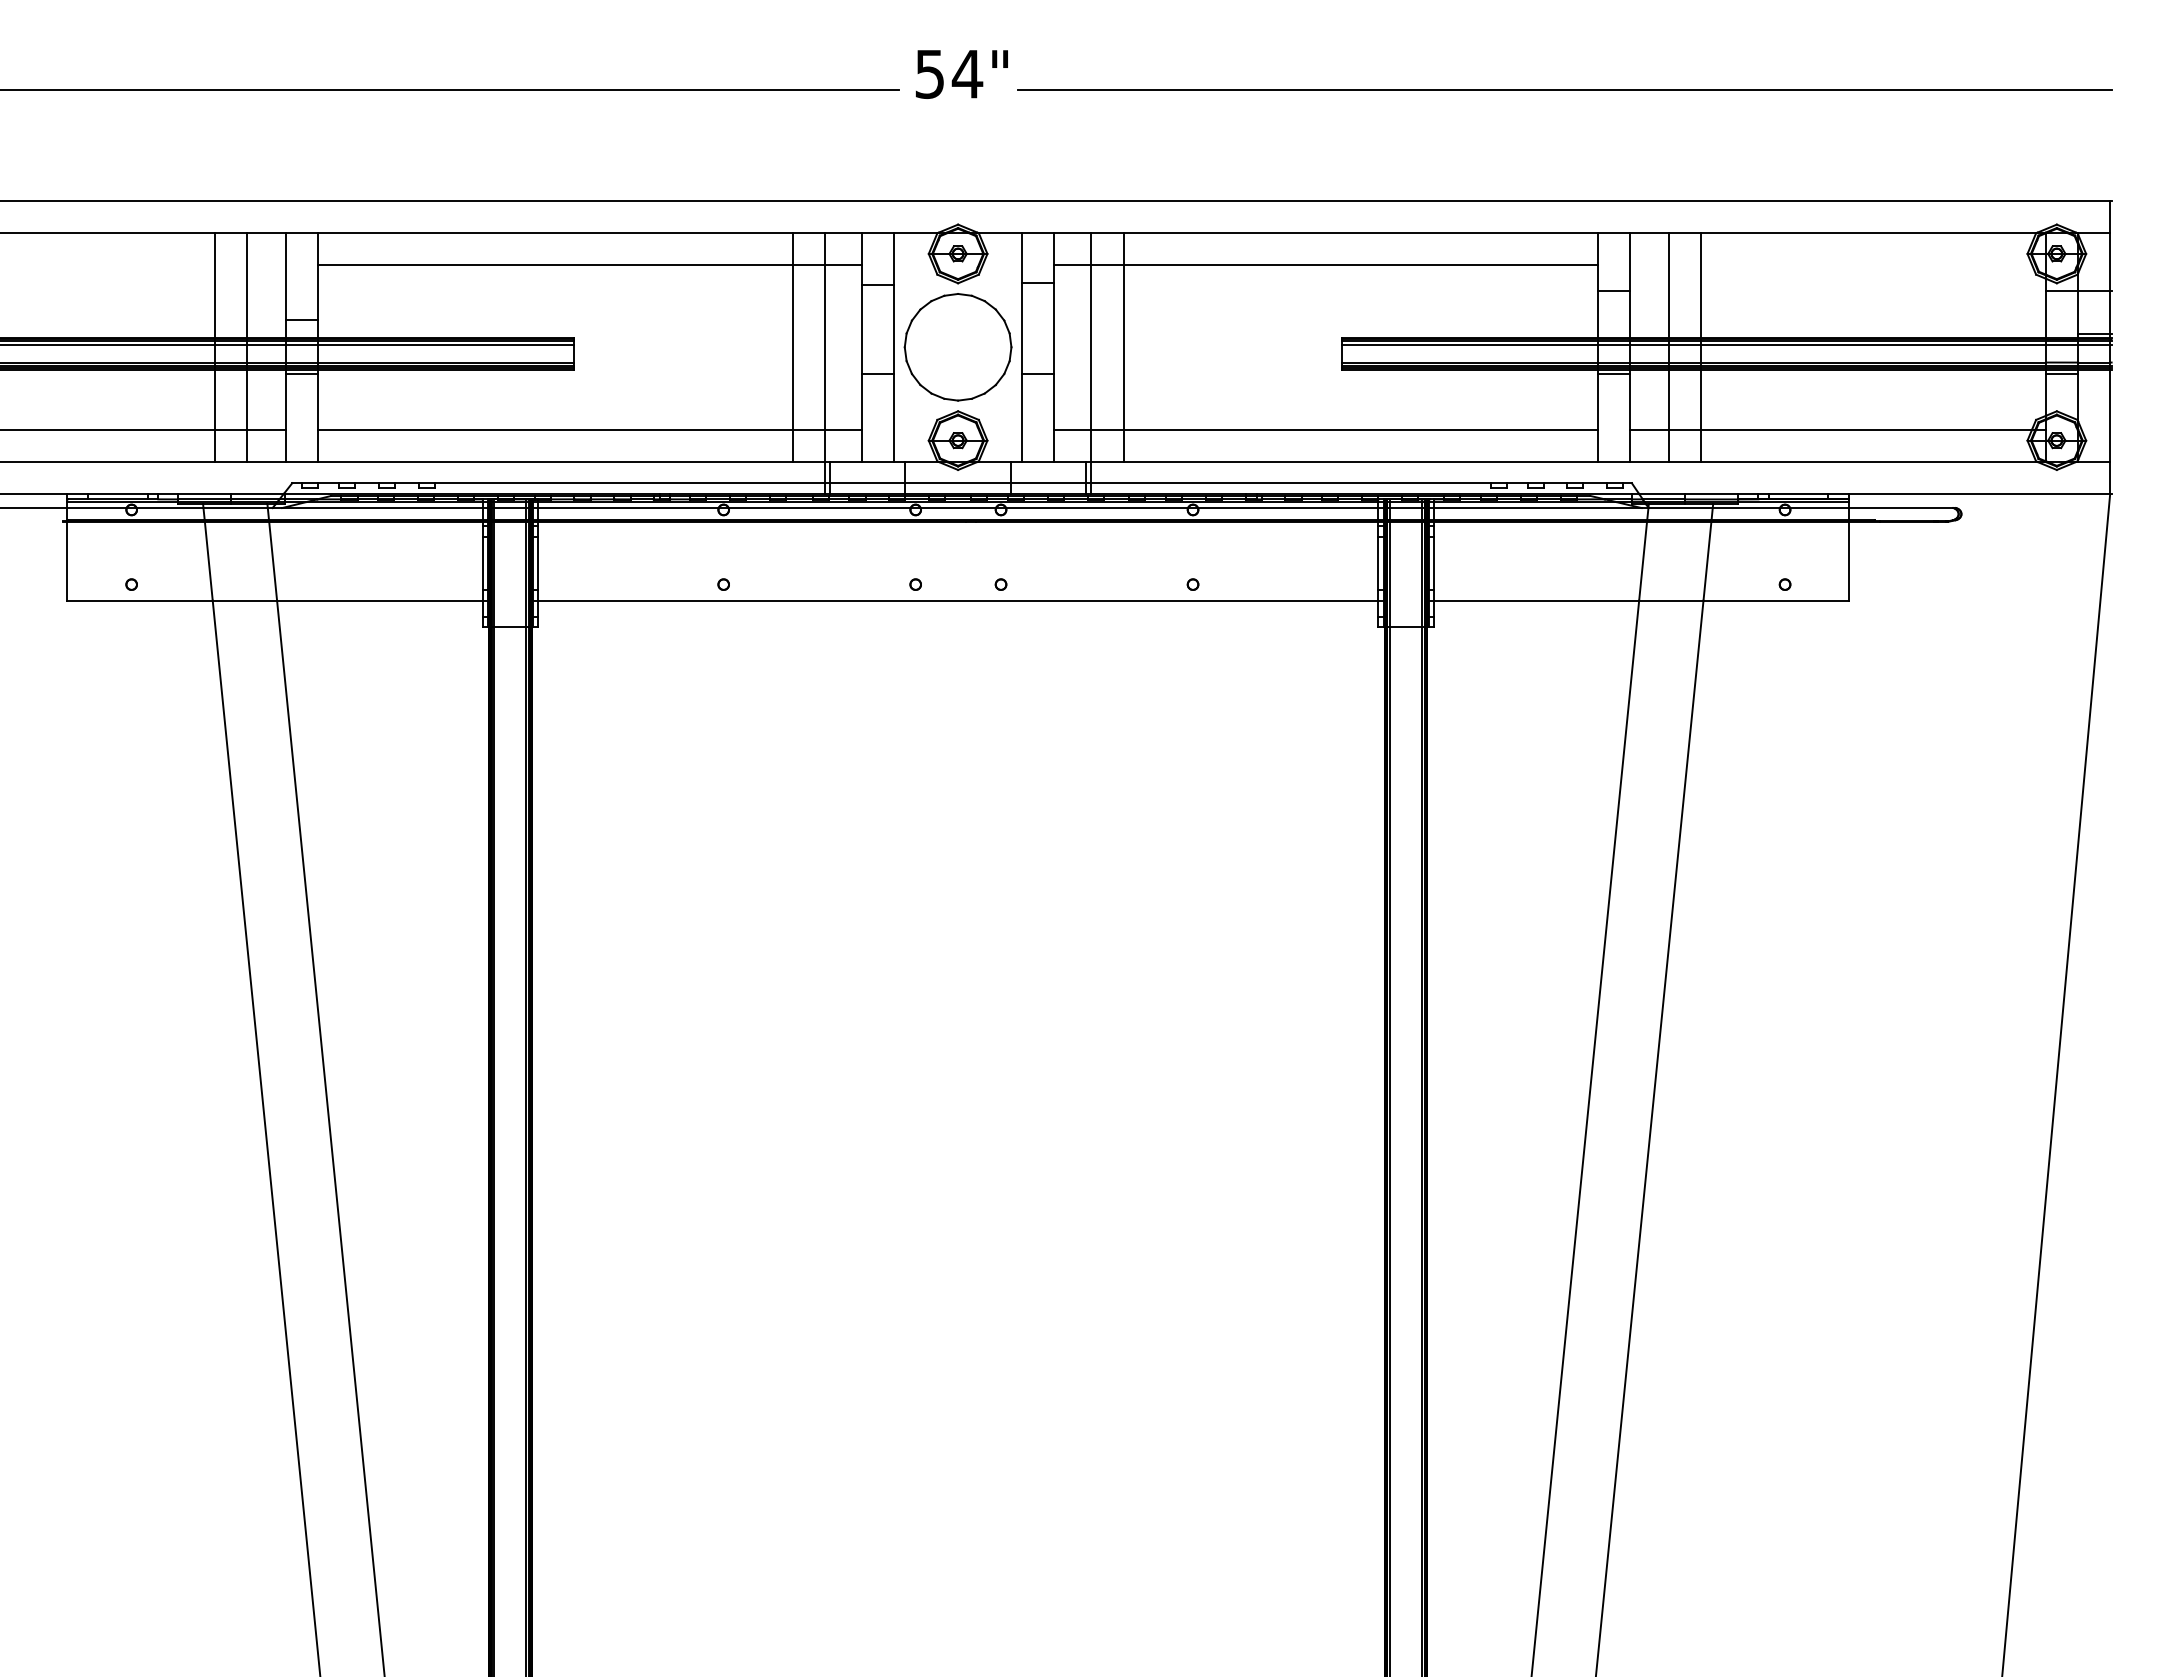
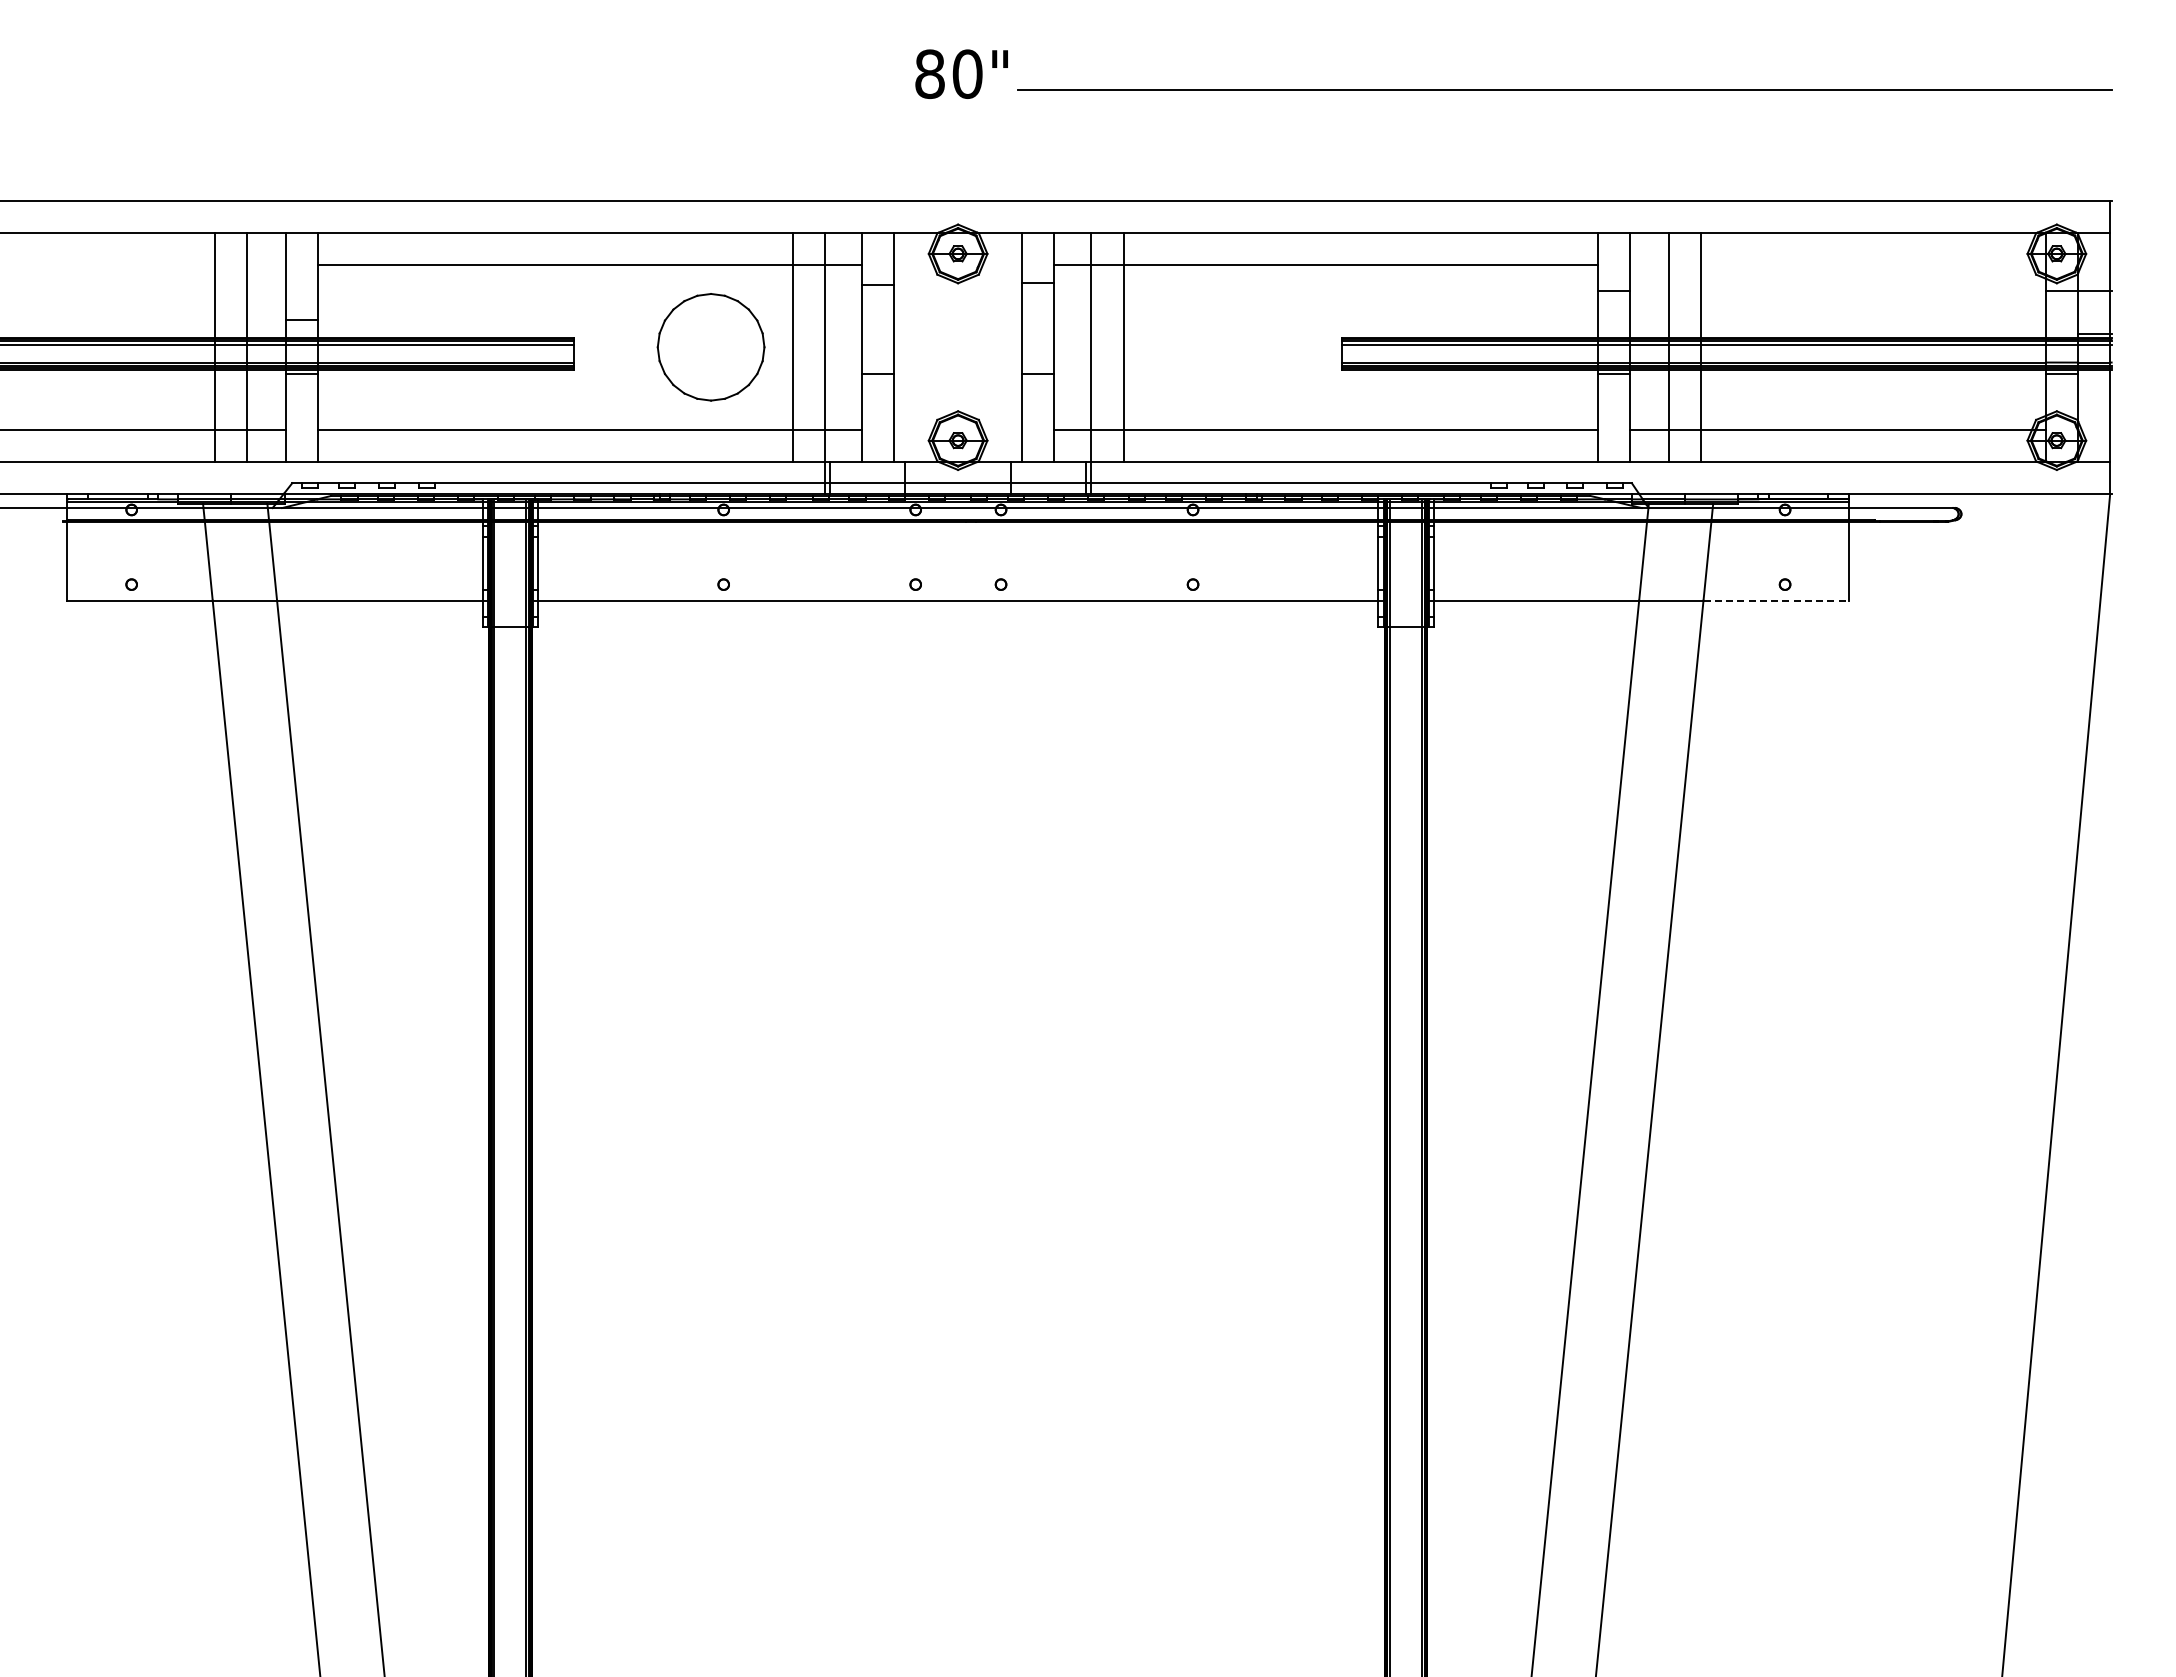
text at (949, 73): 54" -> 80"
line at (450, 90): present -> none
part at (957, 347) position: (957, 347) -> (710, 347)
line at (1776, 600): solid -> dashed
